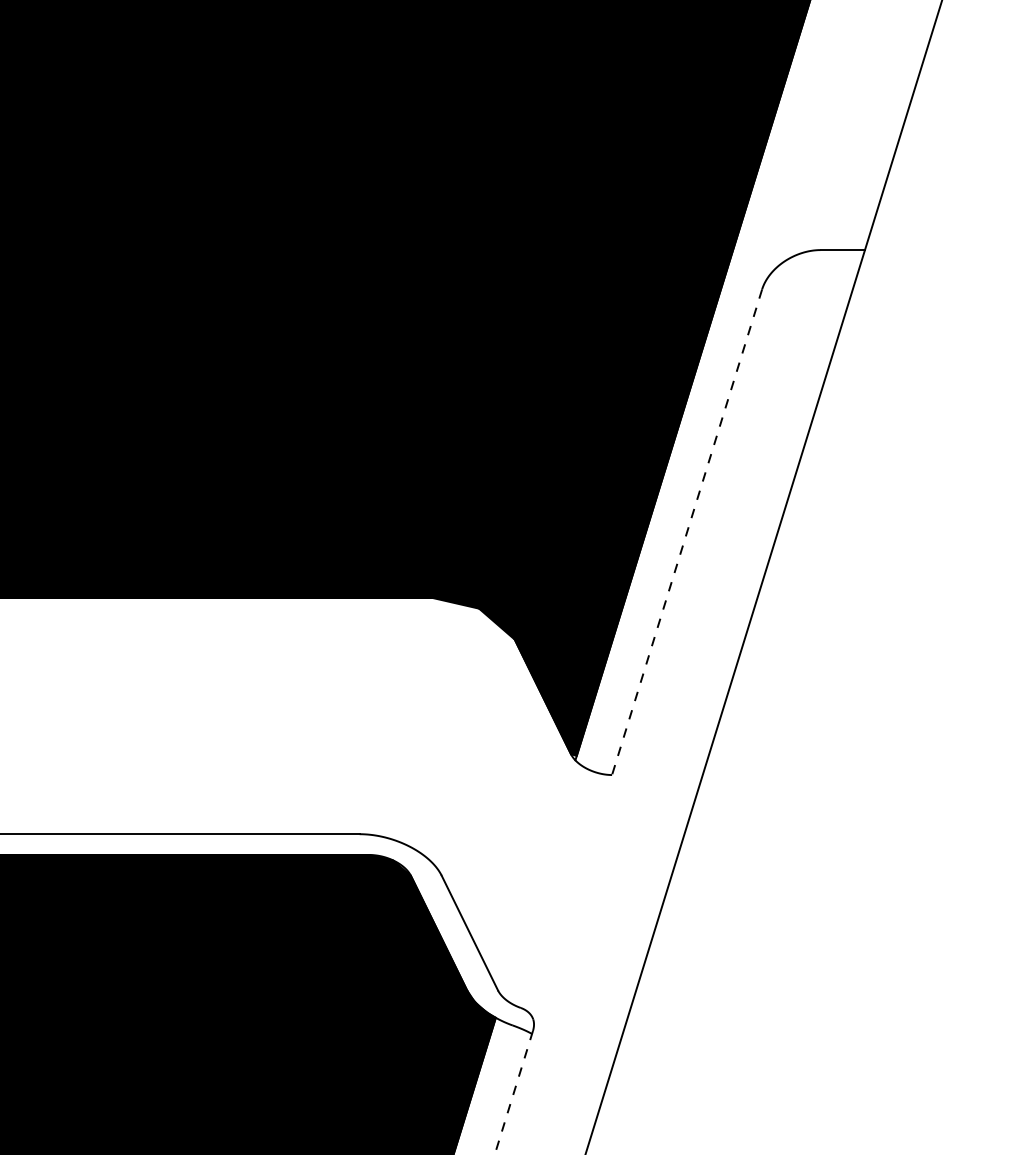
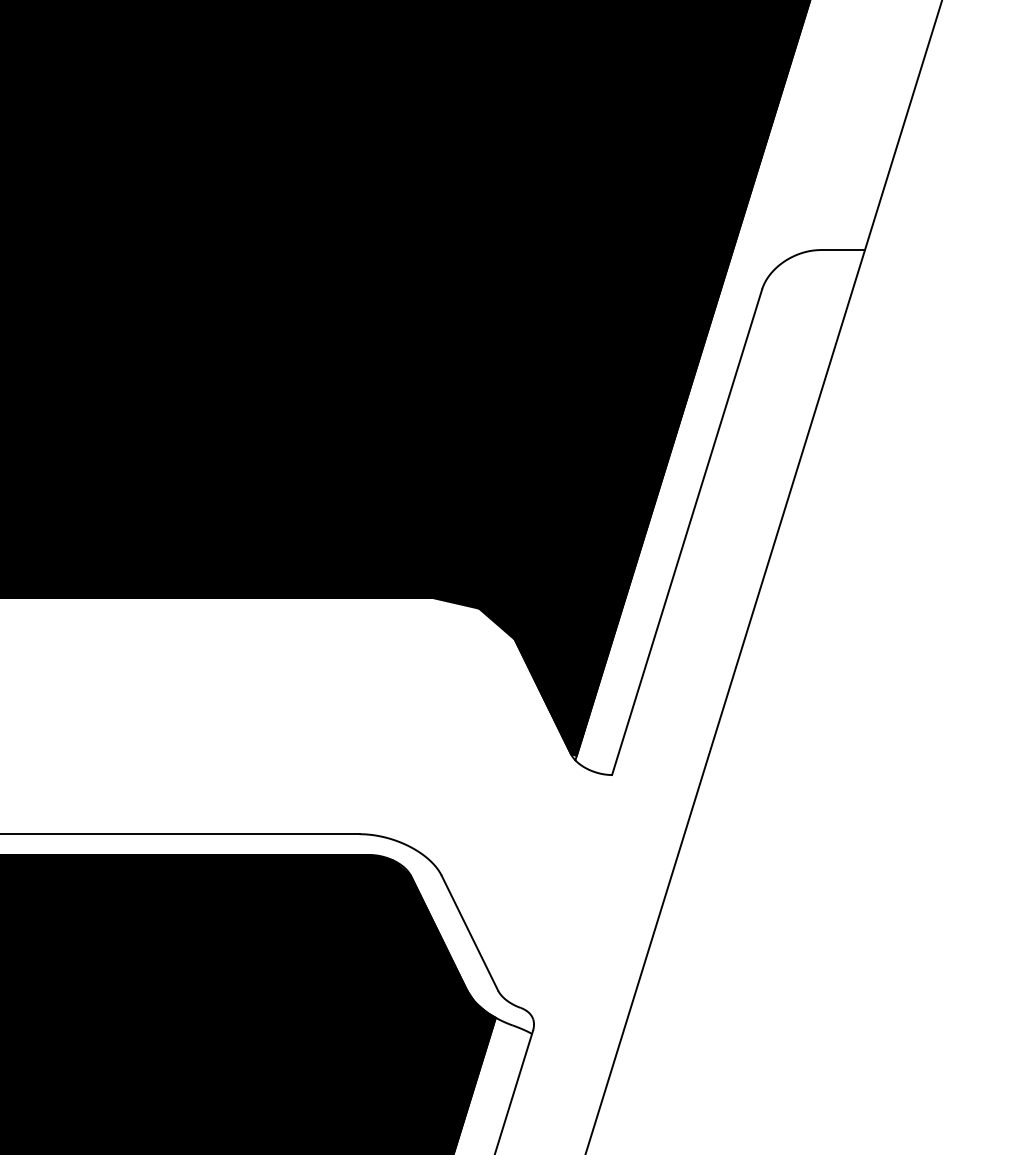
line at (686, 532): dashed -> solid
line at (513, 1093): dashed -> solid
